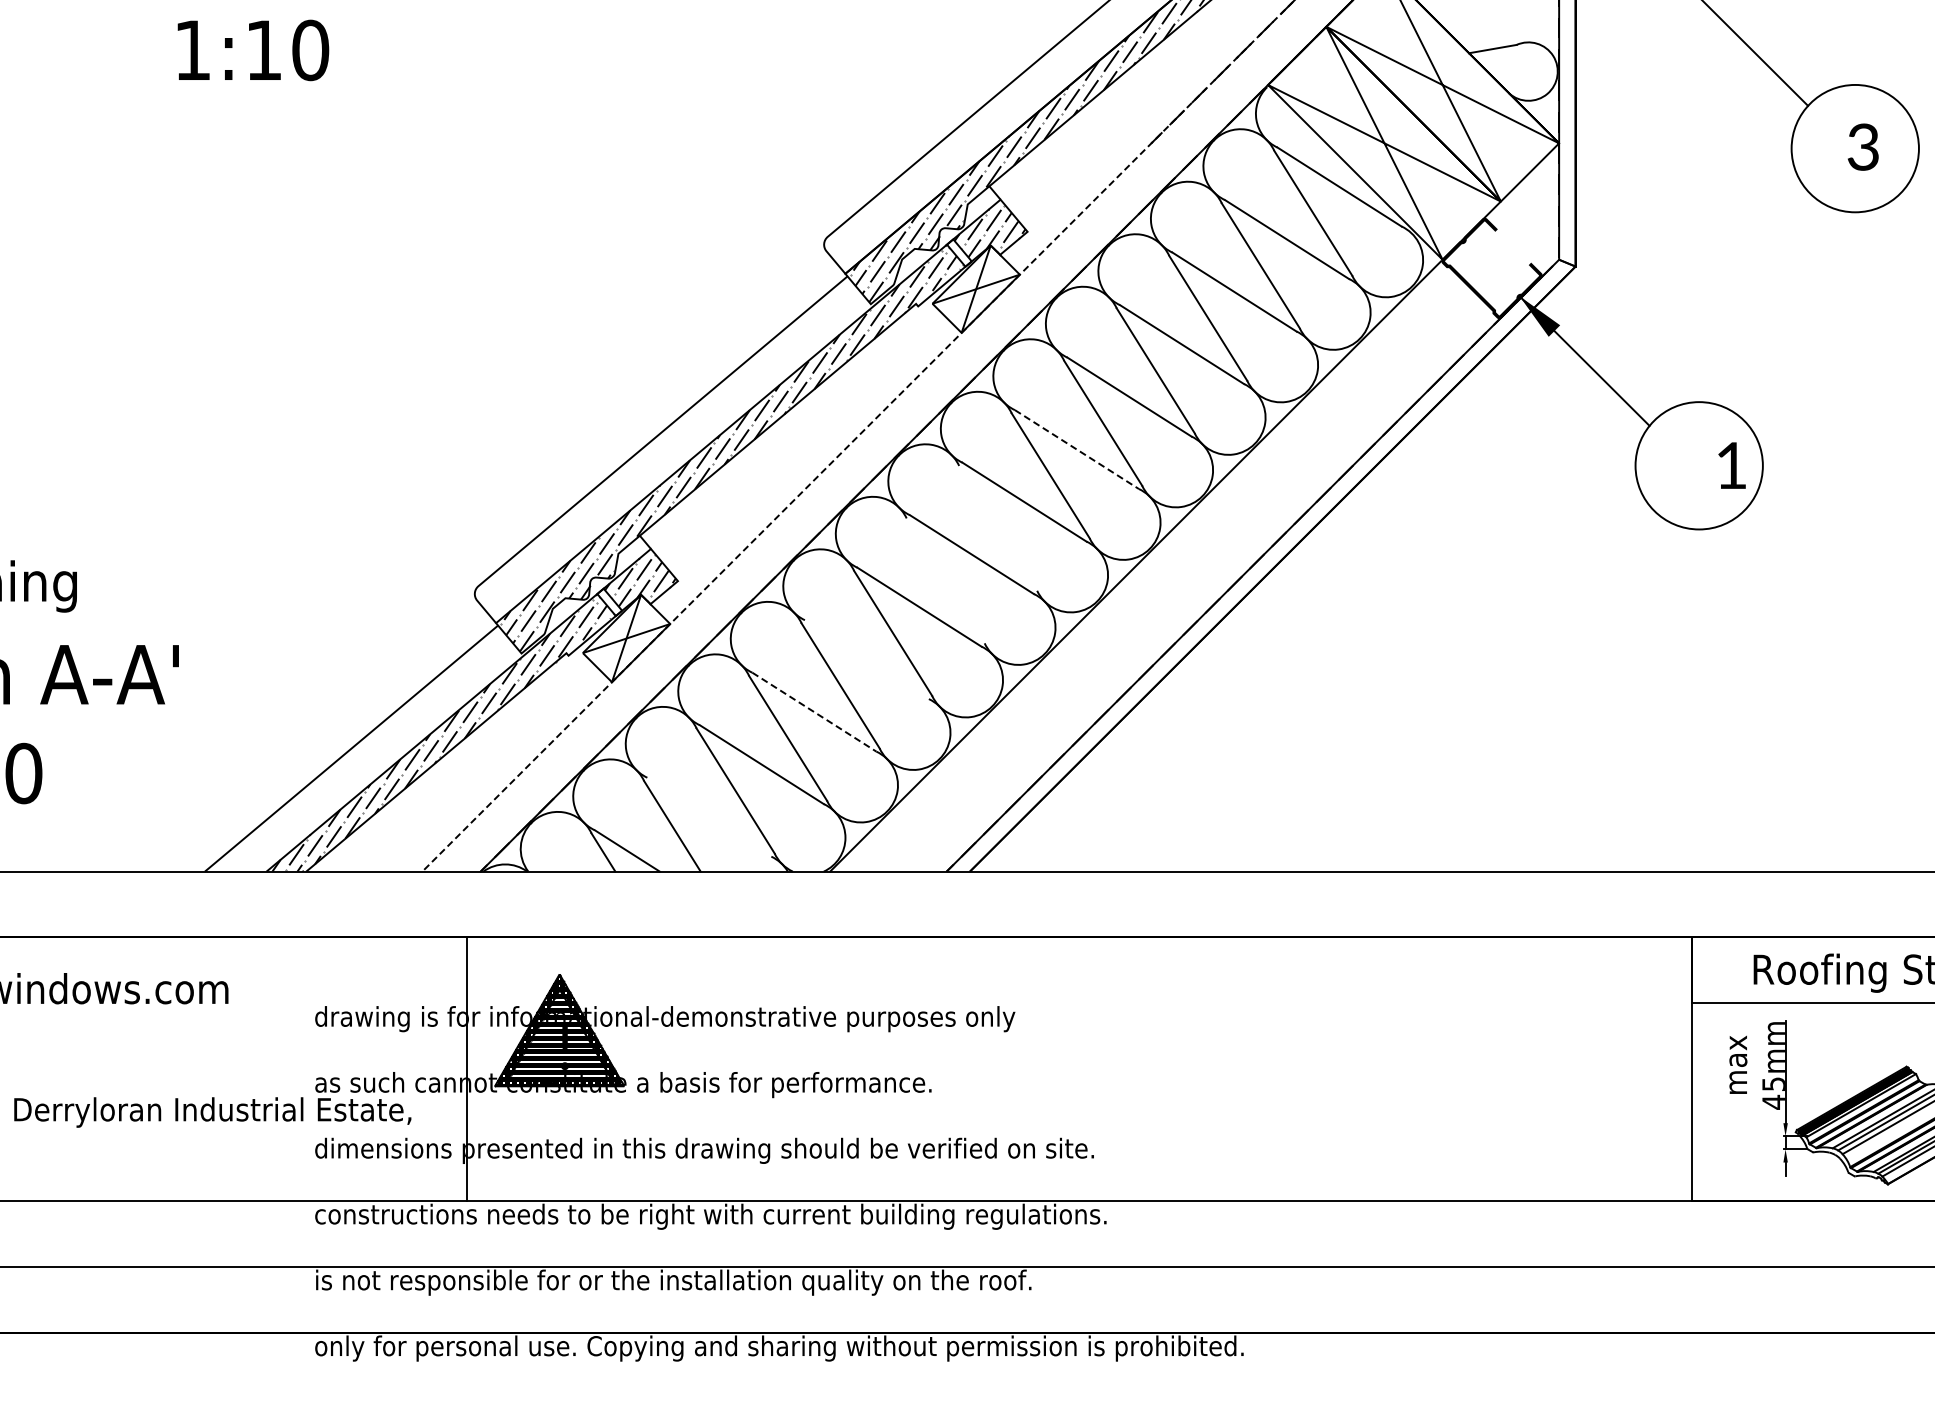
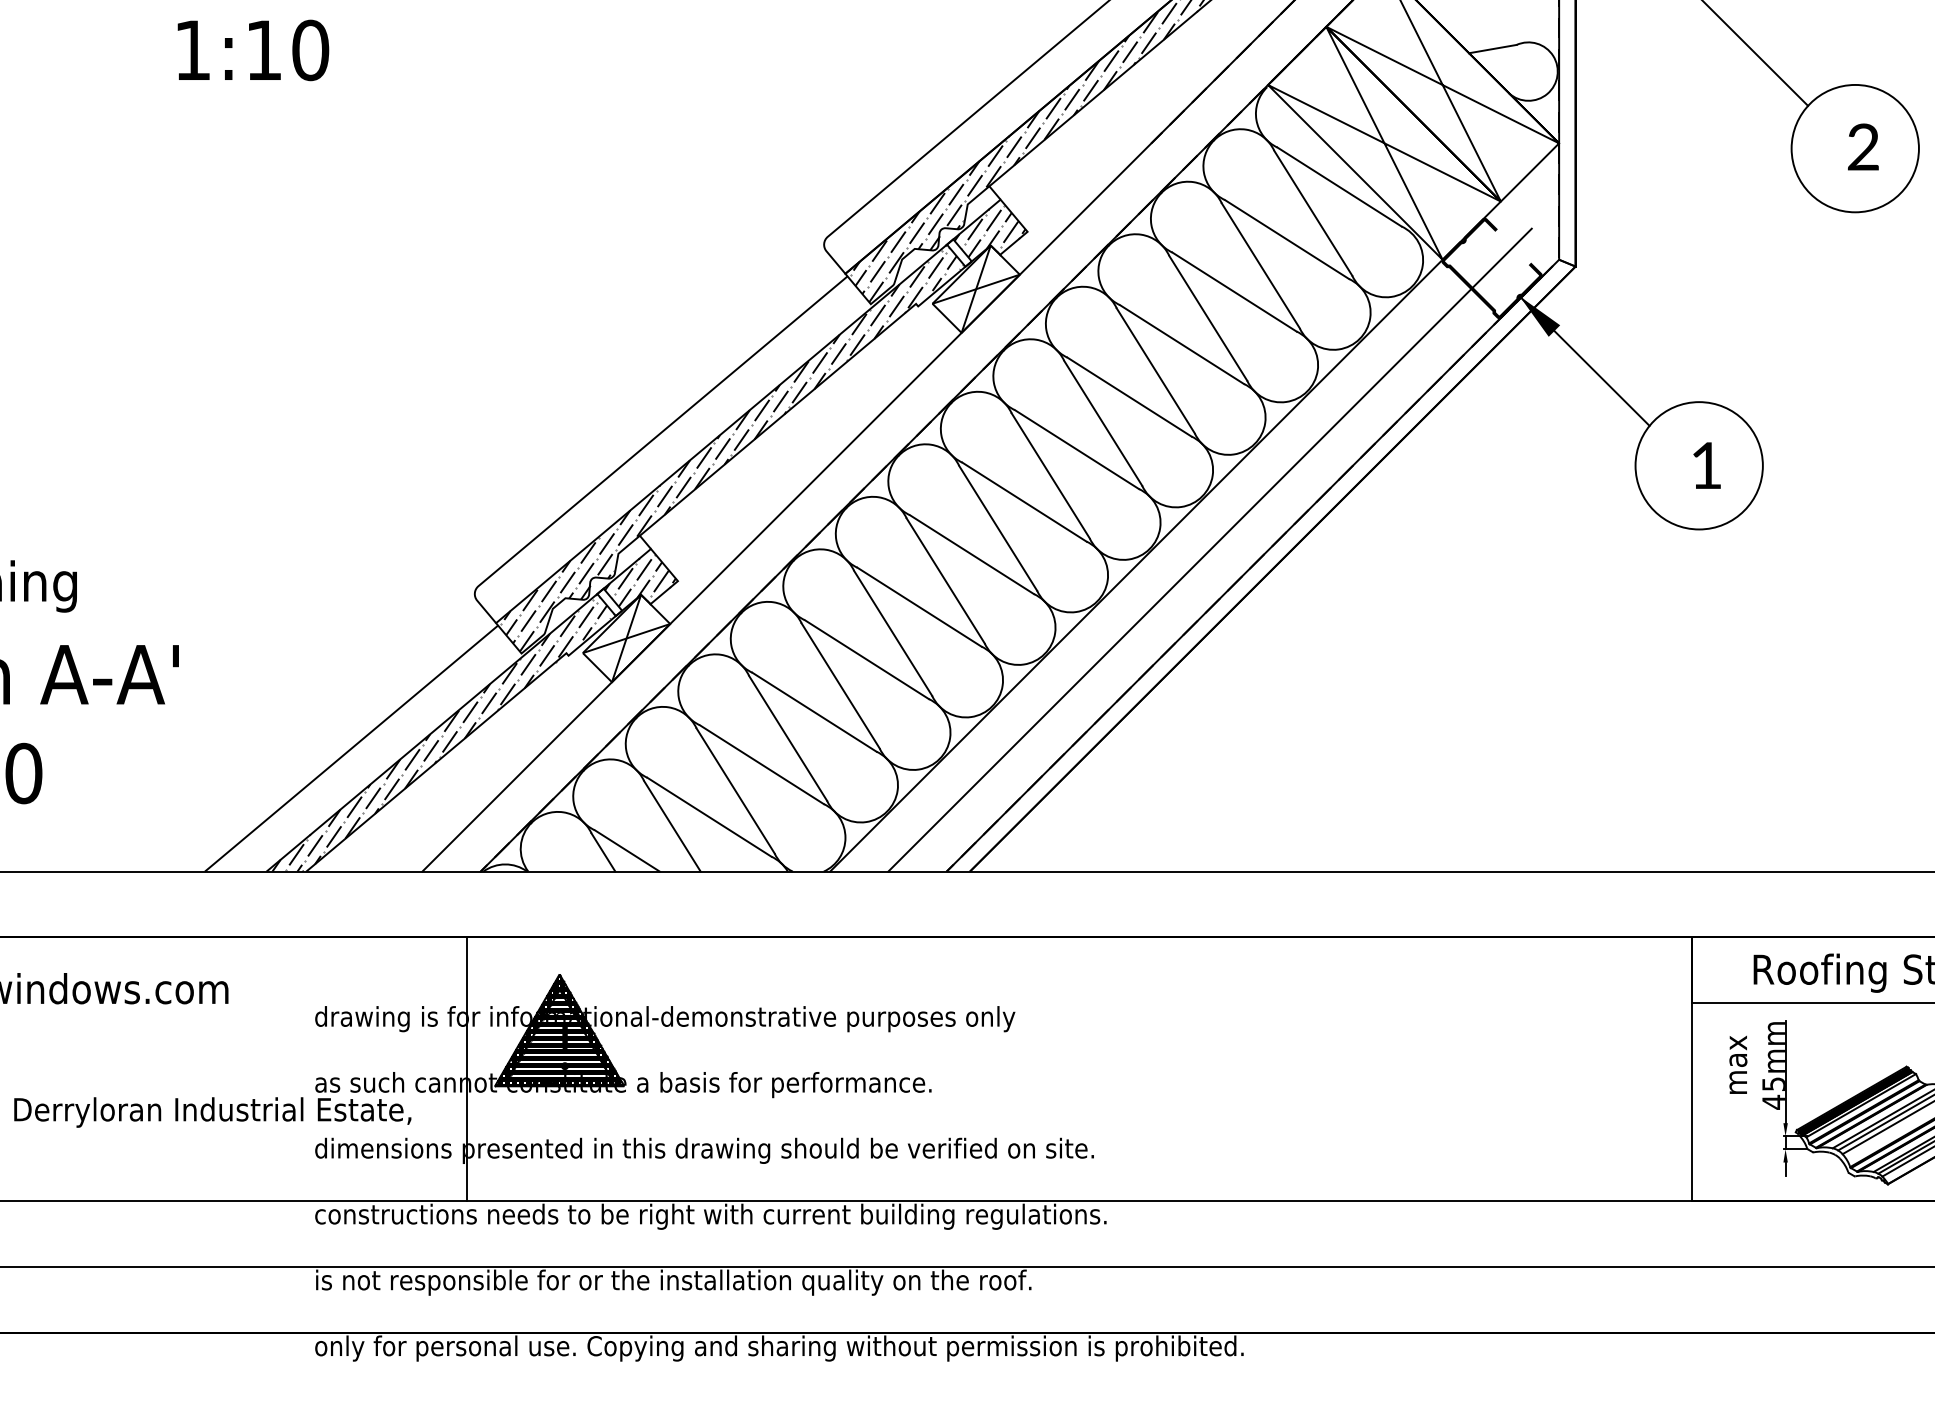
text at (1862, 147): 3 -> 2
line at (858, 436): dashed -> solid
line at (1077, 449): dashed -> solid
text at (1731, 465) position: (1731, 465) -> (1706, 465)
line at (998, 527): none -> present
line at (1209, 549): none -> present
line at (945, 580): none -> present
line at (866, 659): none -> present
line at (814, 712): dashed -> solid
line at (709, 816): none -> present
